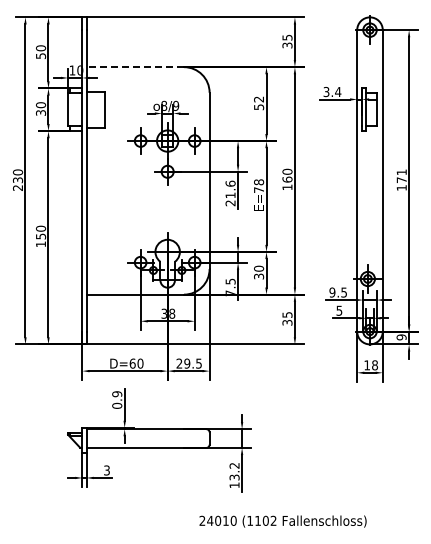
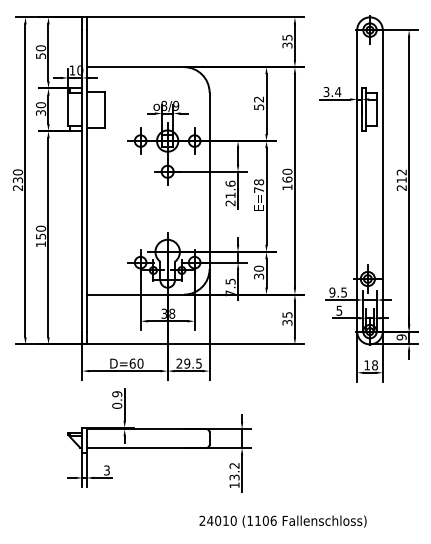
line at (135, 67): dashed -> solid
text at (401, 179): 171 -> 212
text at (273, 520): (1102 -> (1106
